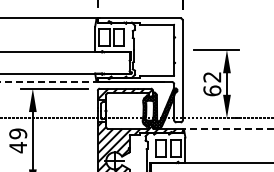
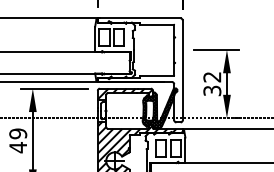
line at (49, 82): dashed -> solid
text at (212, 90): 62 -> 32
line at (227, 129): dashed -> solid
